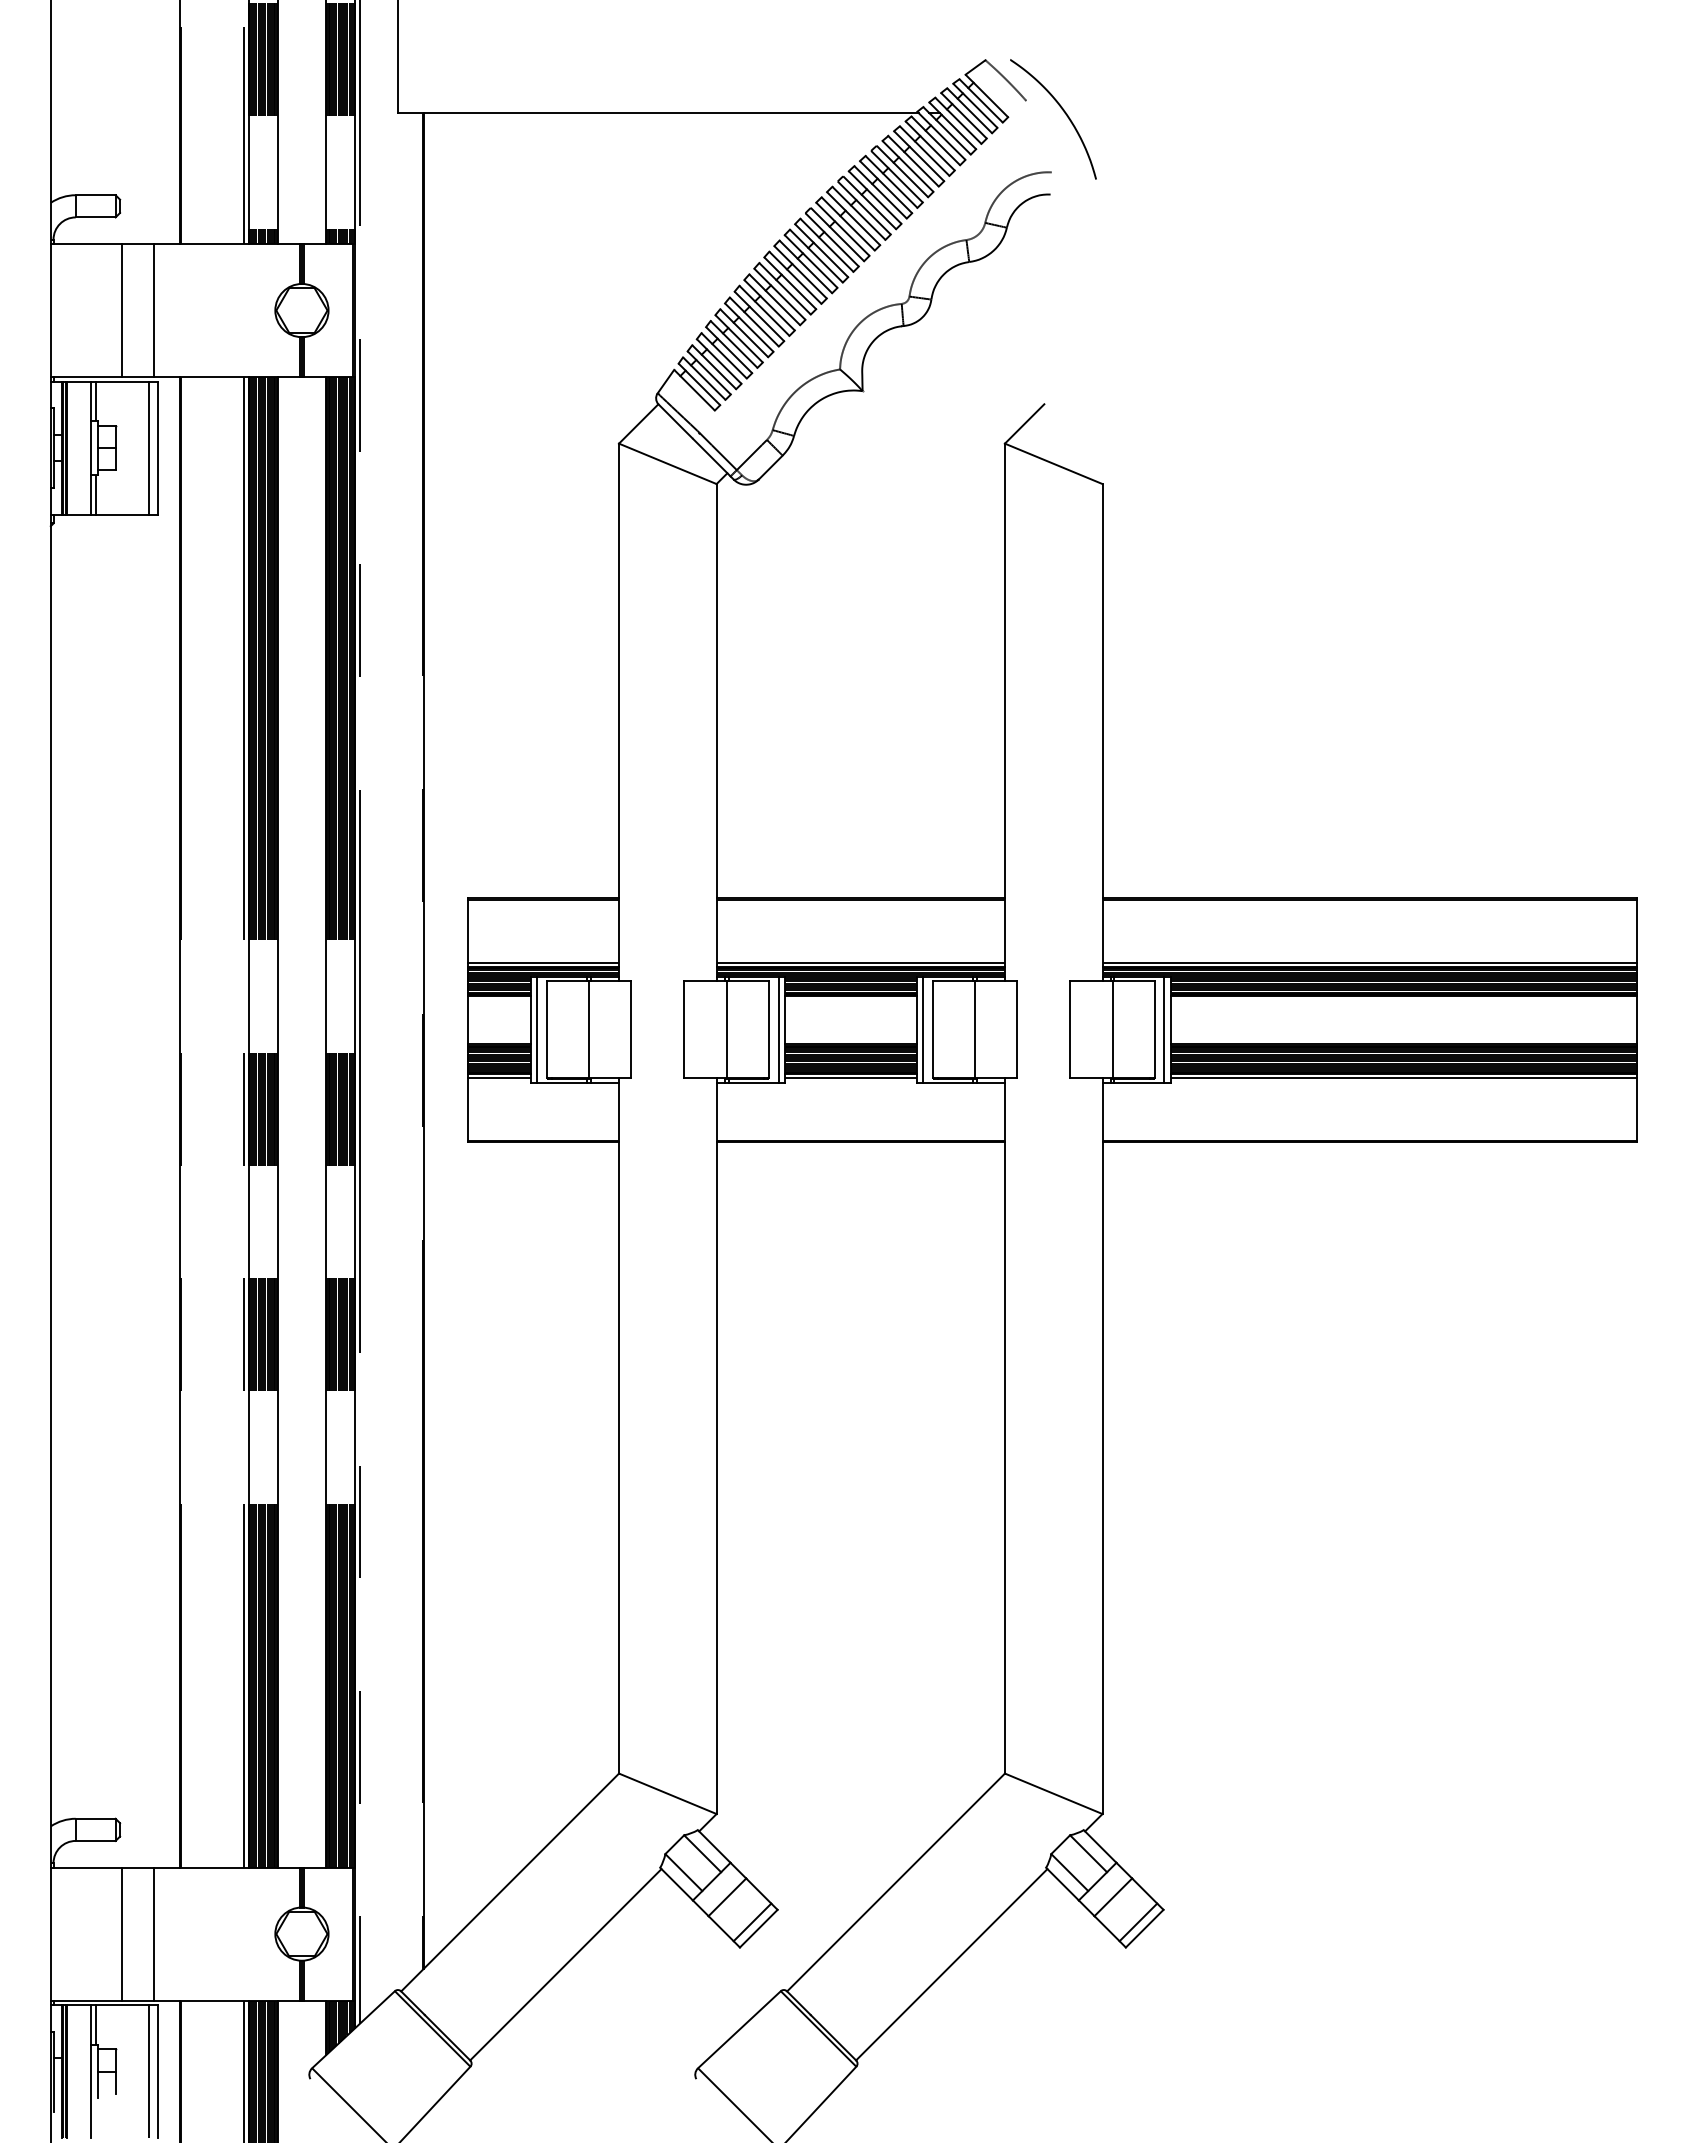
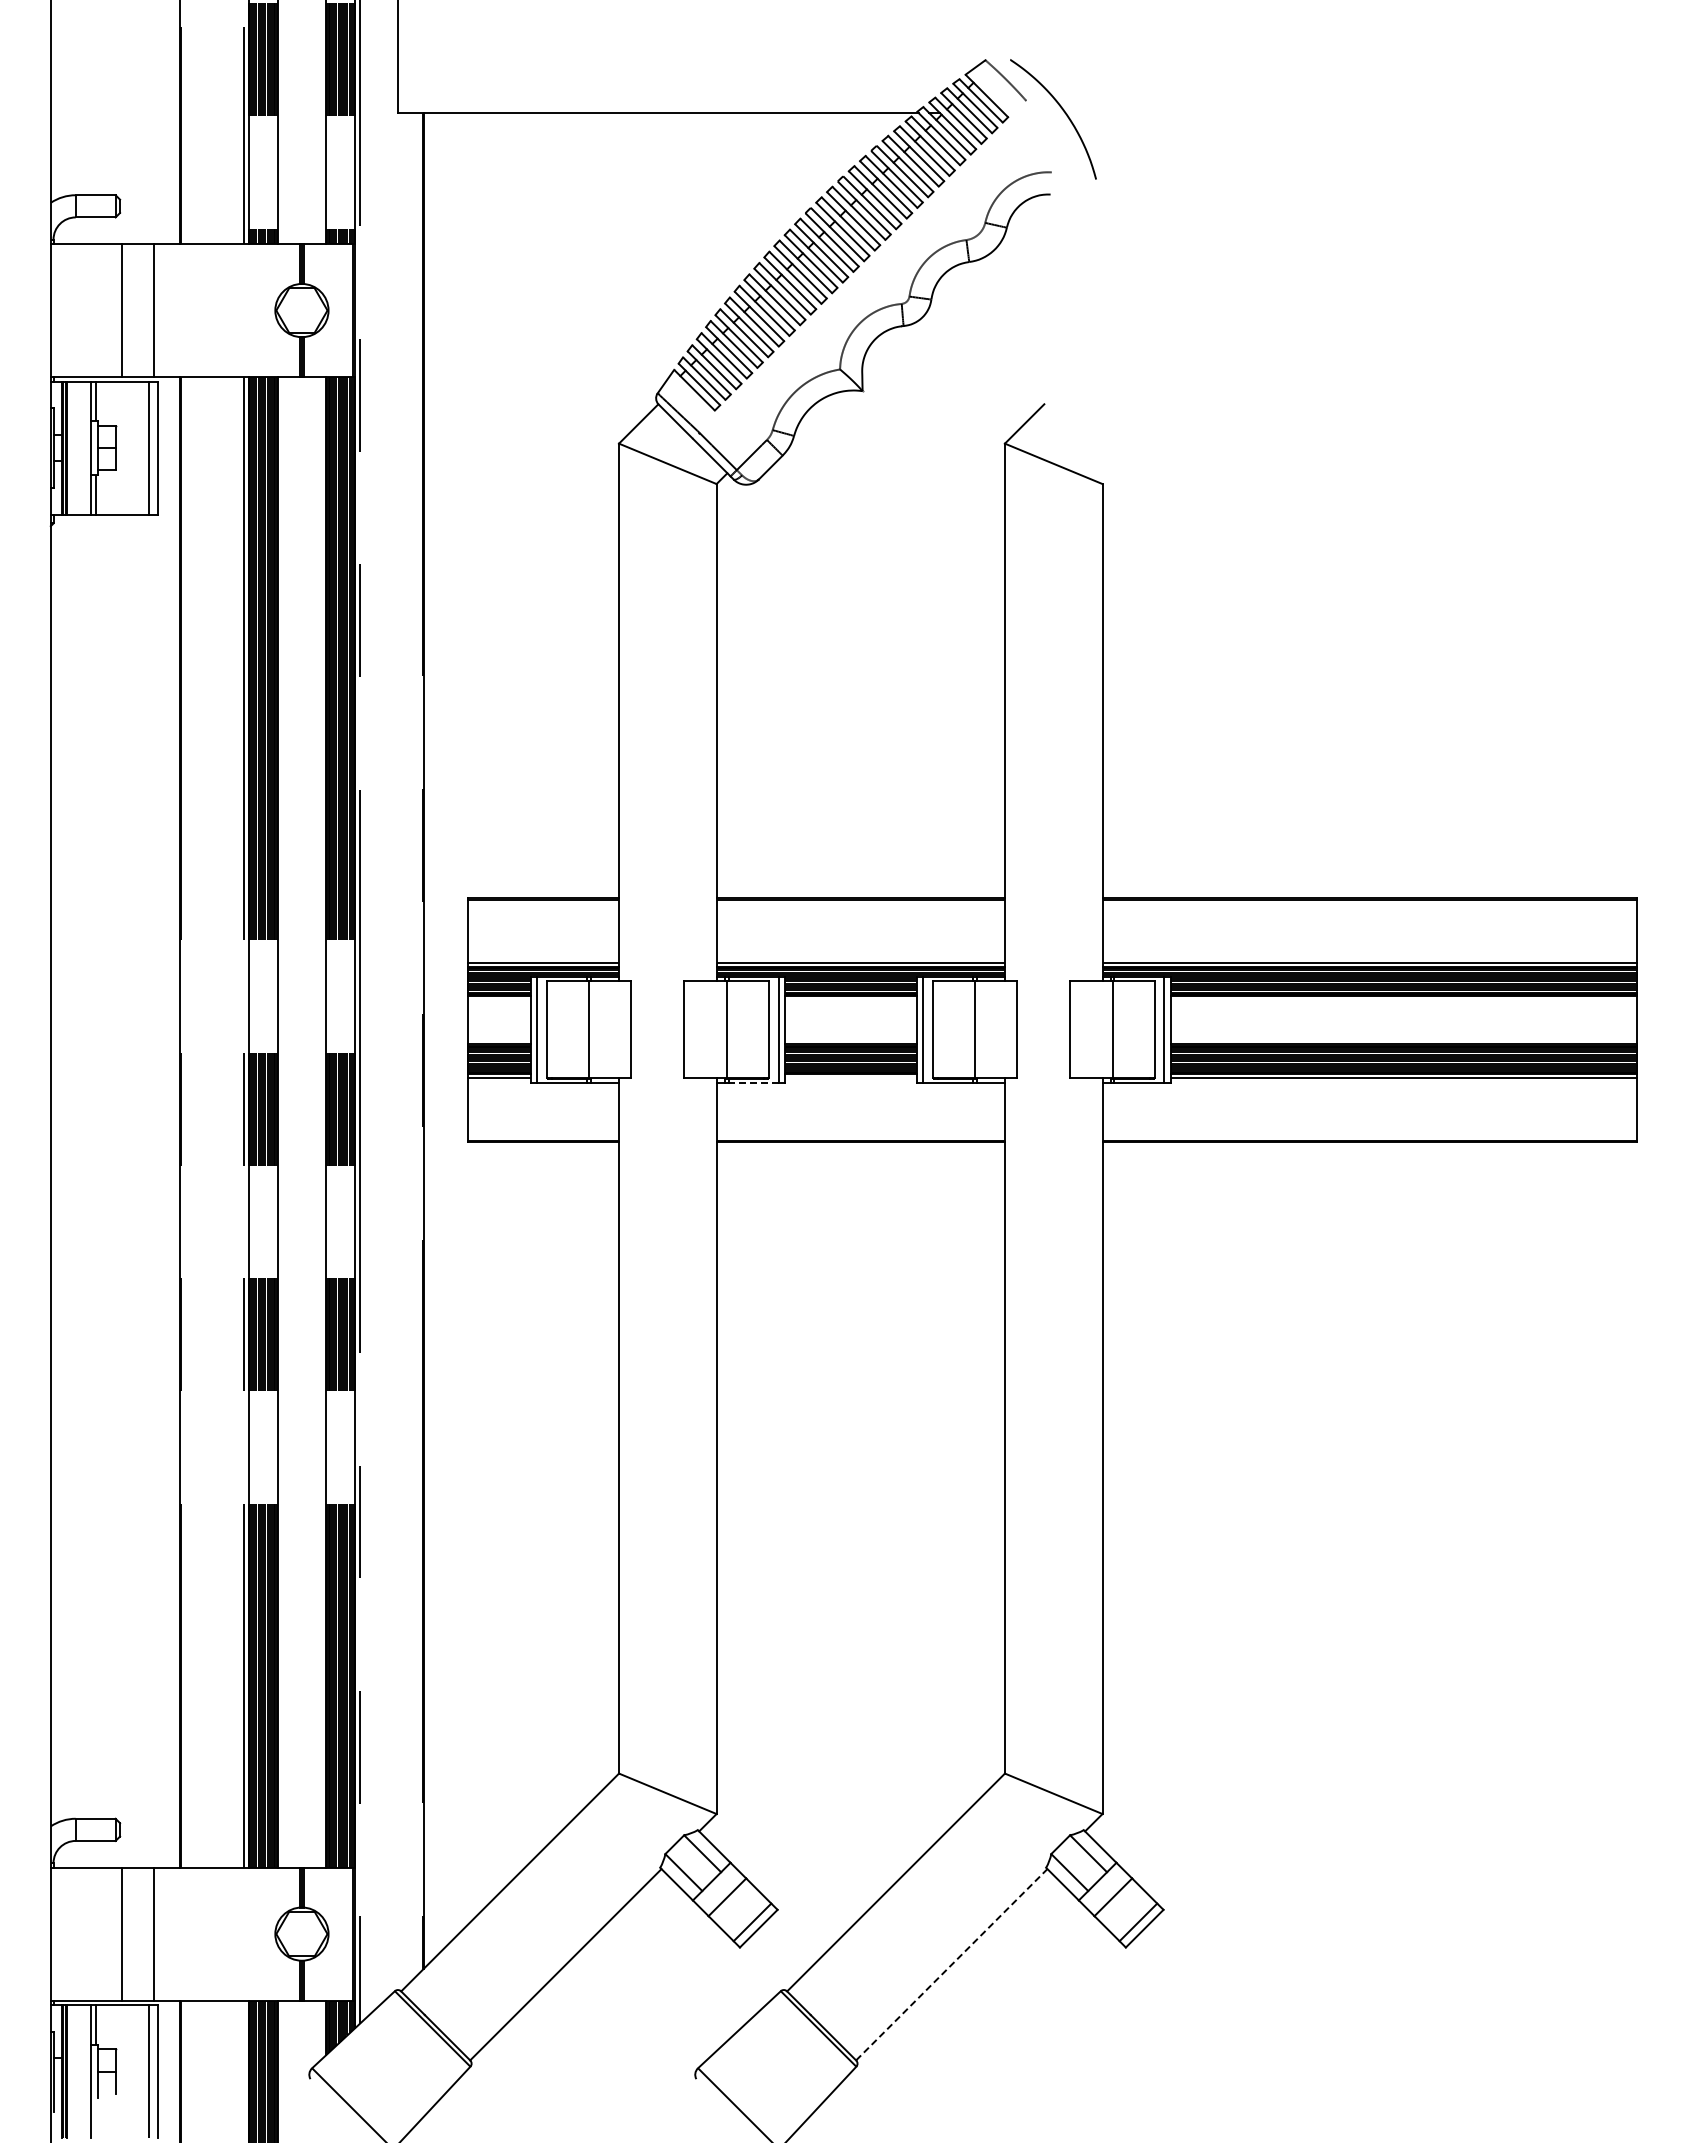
line at (850, 1077): present -> none
line at (753, 1083): solid -> dashed
line at (952, 1964): solid -> dashed
line at (244, 2069): present -> none
